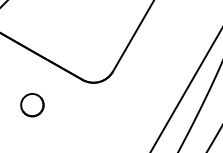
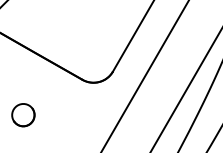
line at (145, 75): none -> present
part at (32, 105) position: (32, 105) -> (23, 115)
